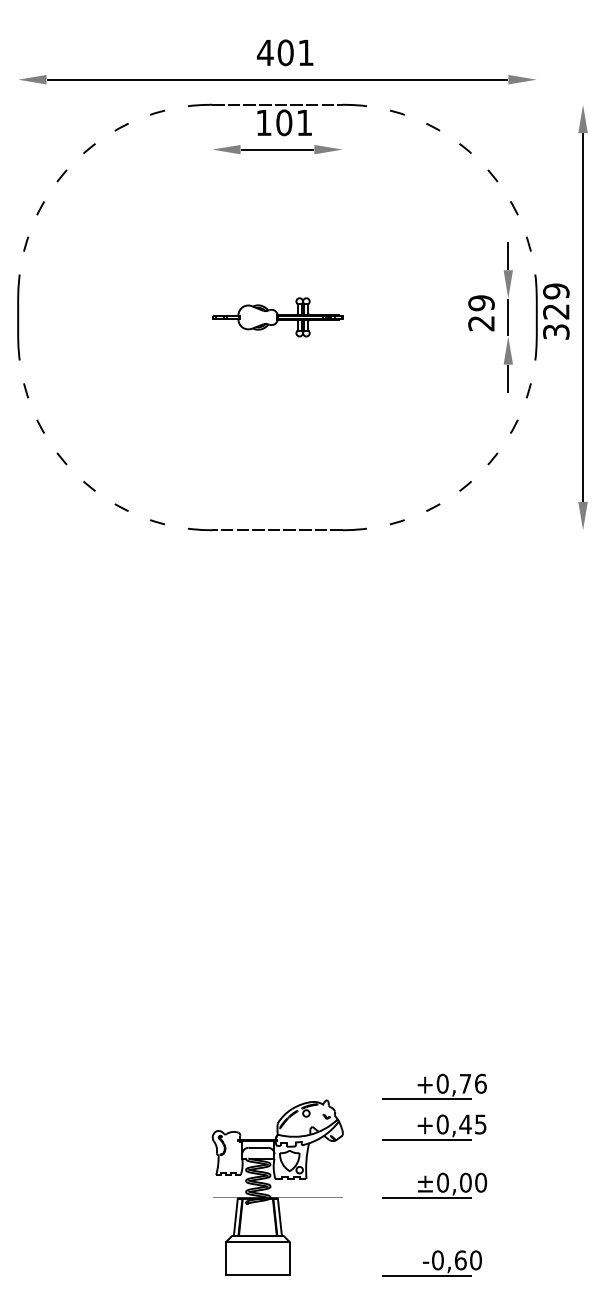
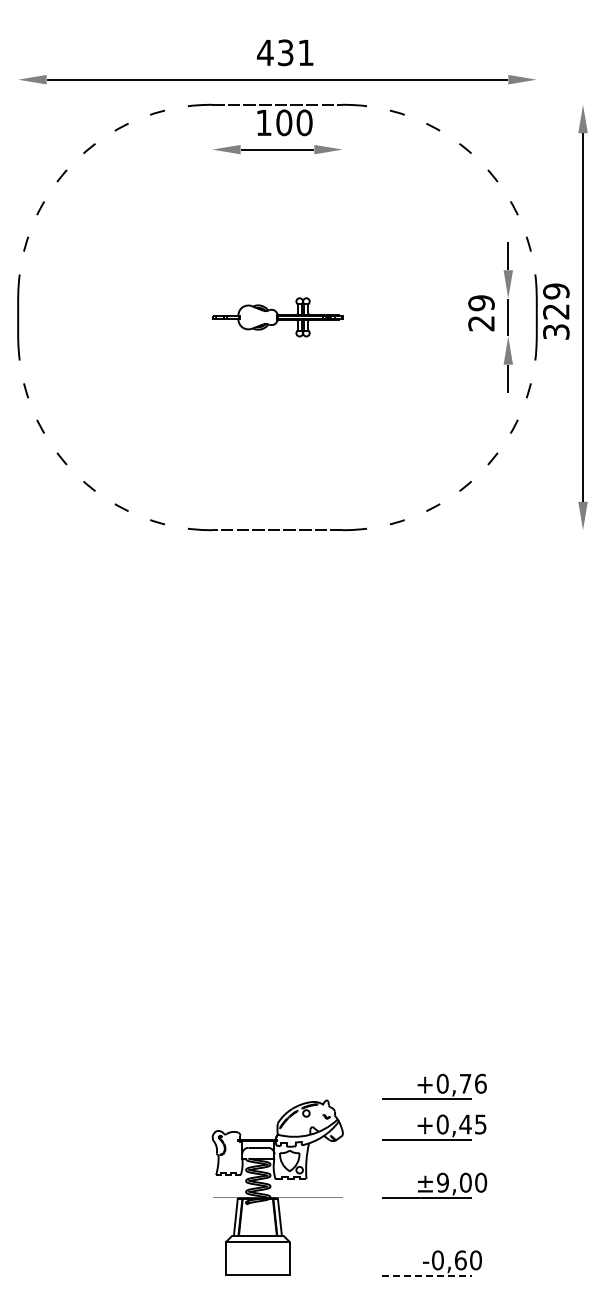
text at (285, 52): 401 -> 431
text at (304, 122): 101 -> 100
text at (442, 1182): ±0,00 -> ±9,00
line at (427, 1275): solid -> dashed
